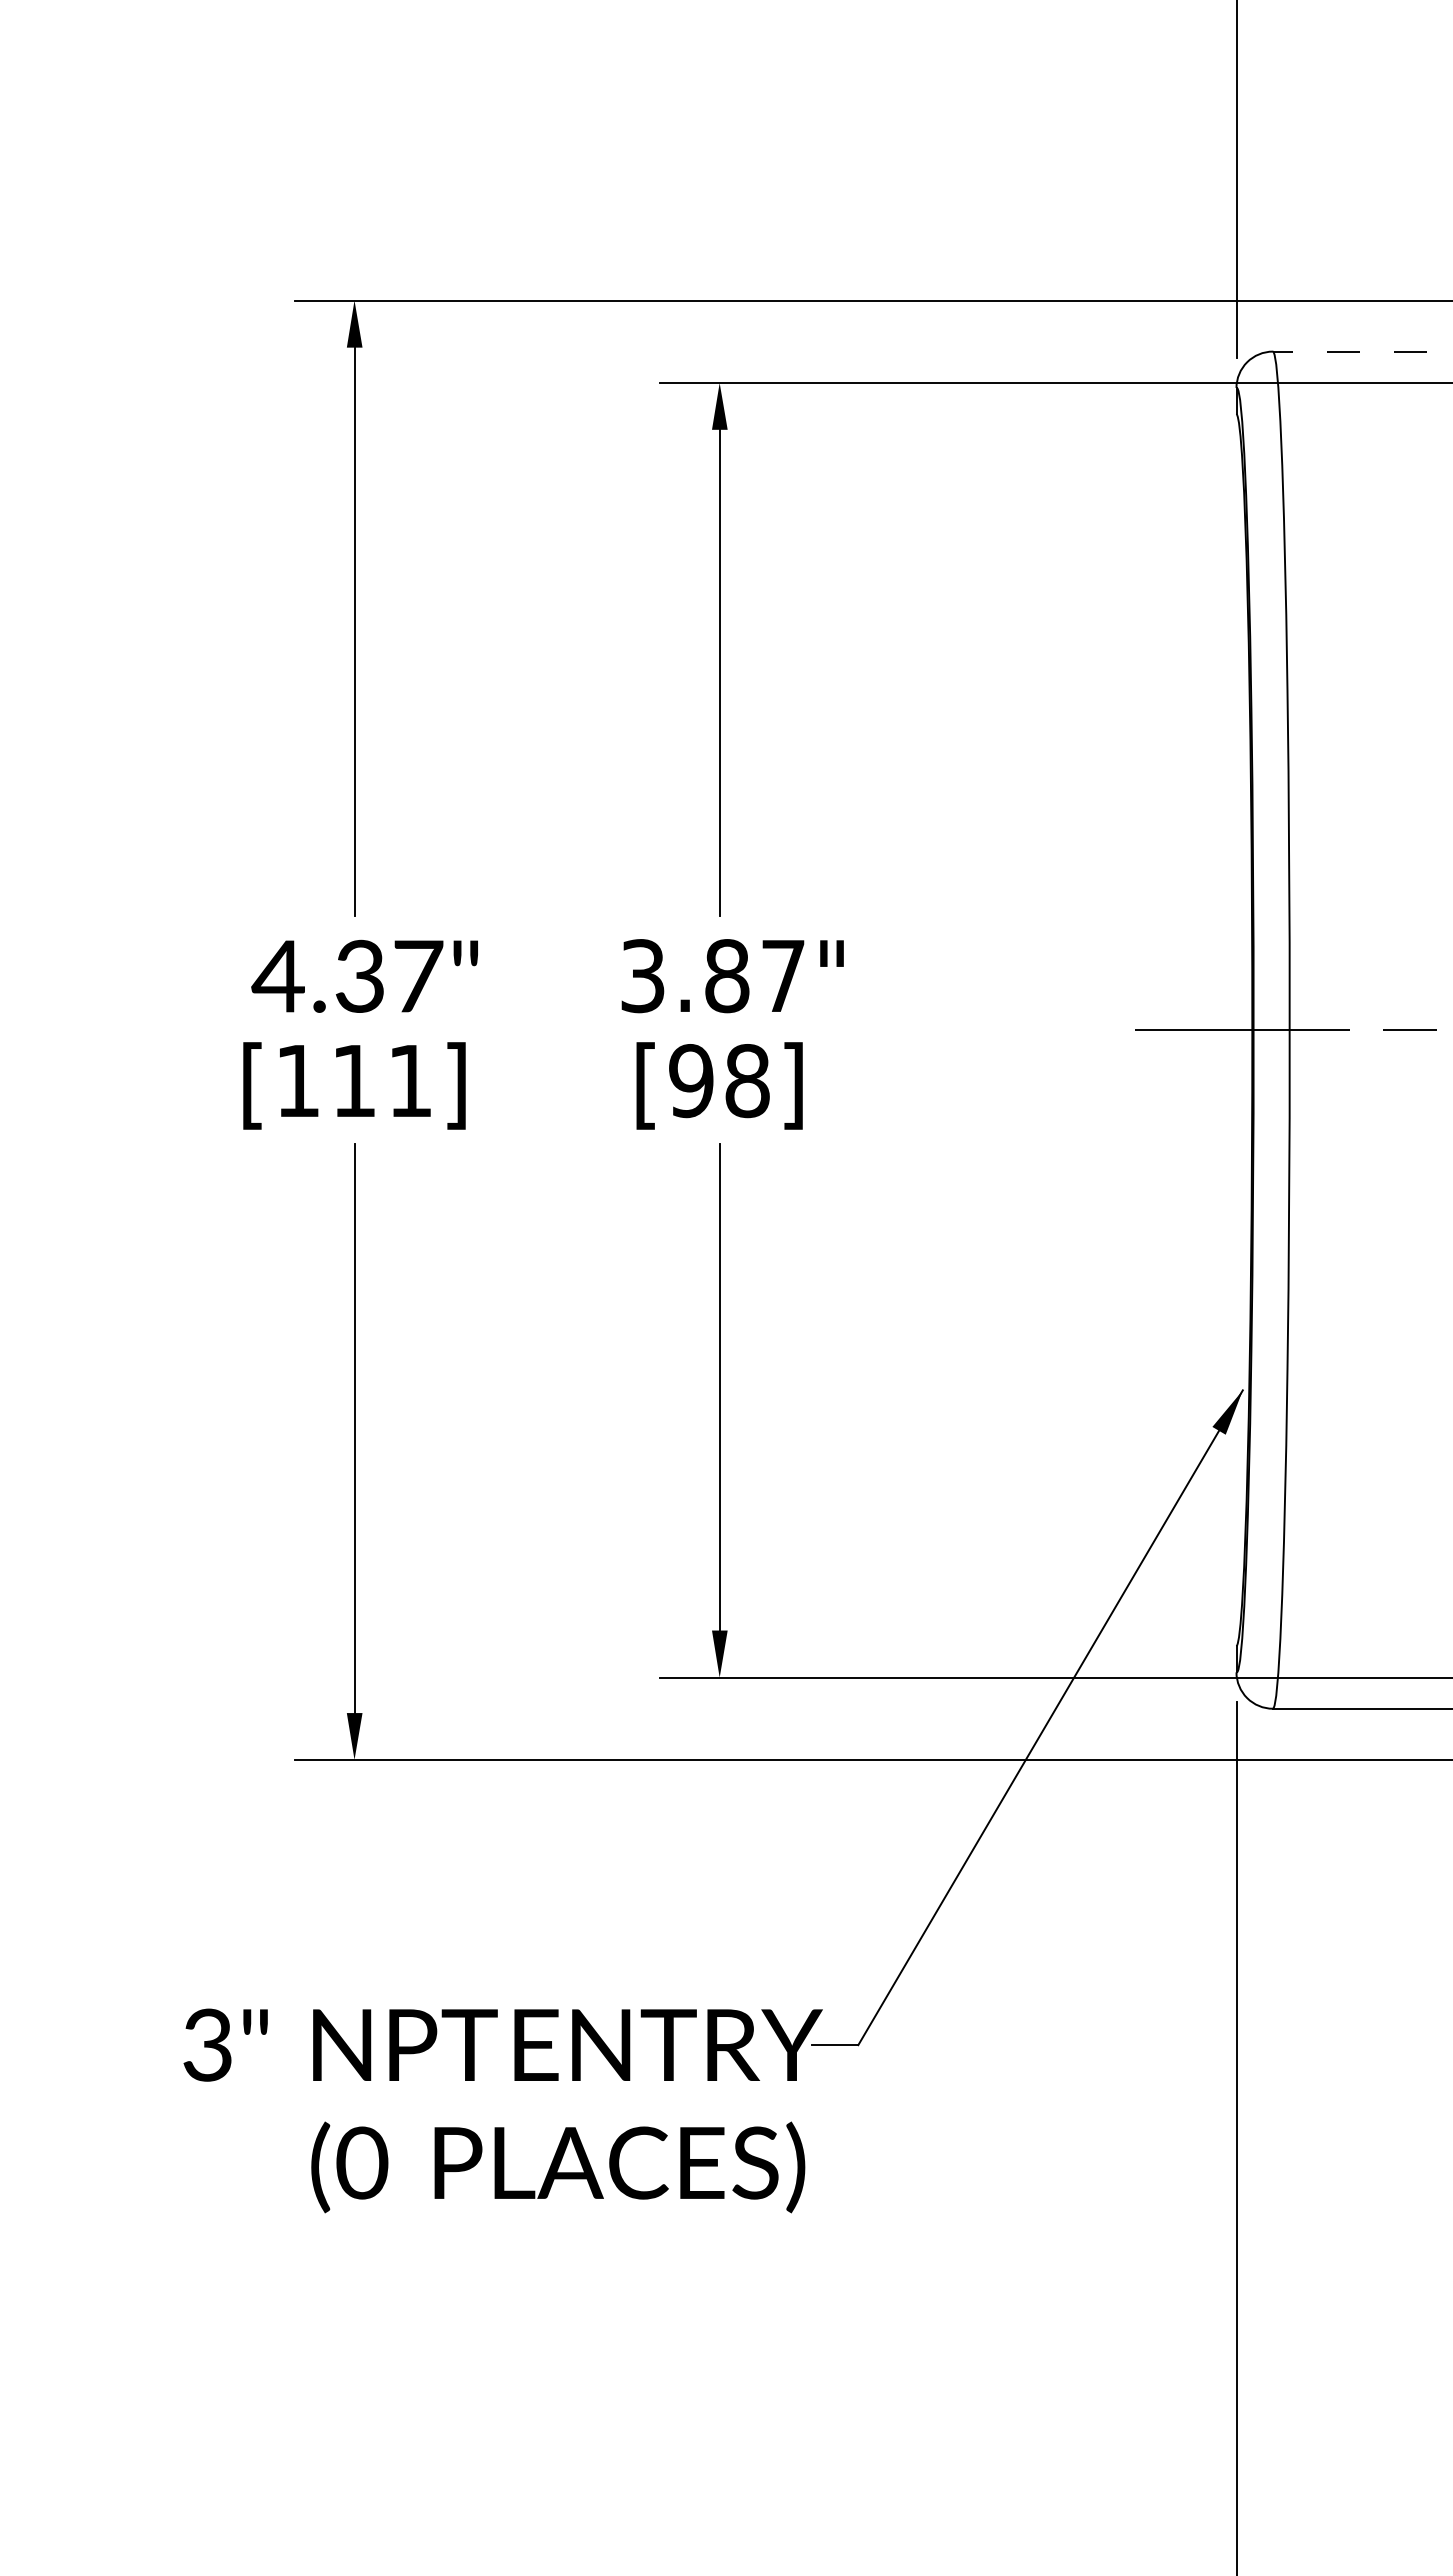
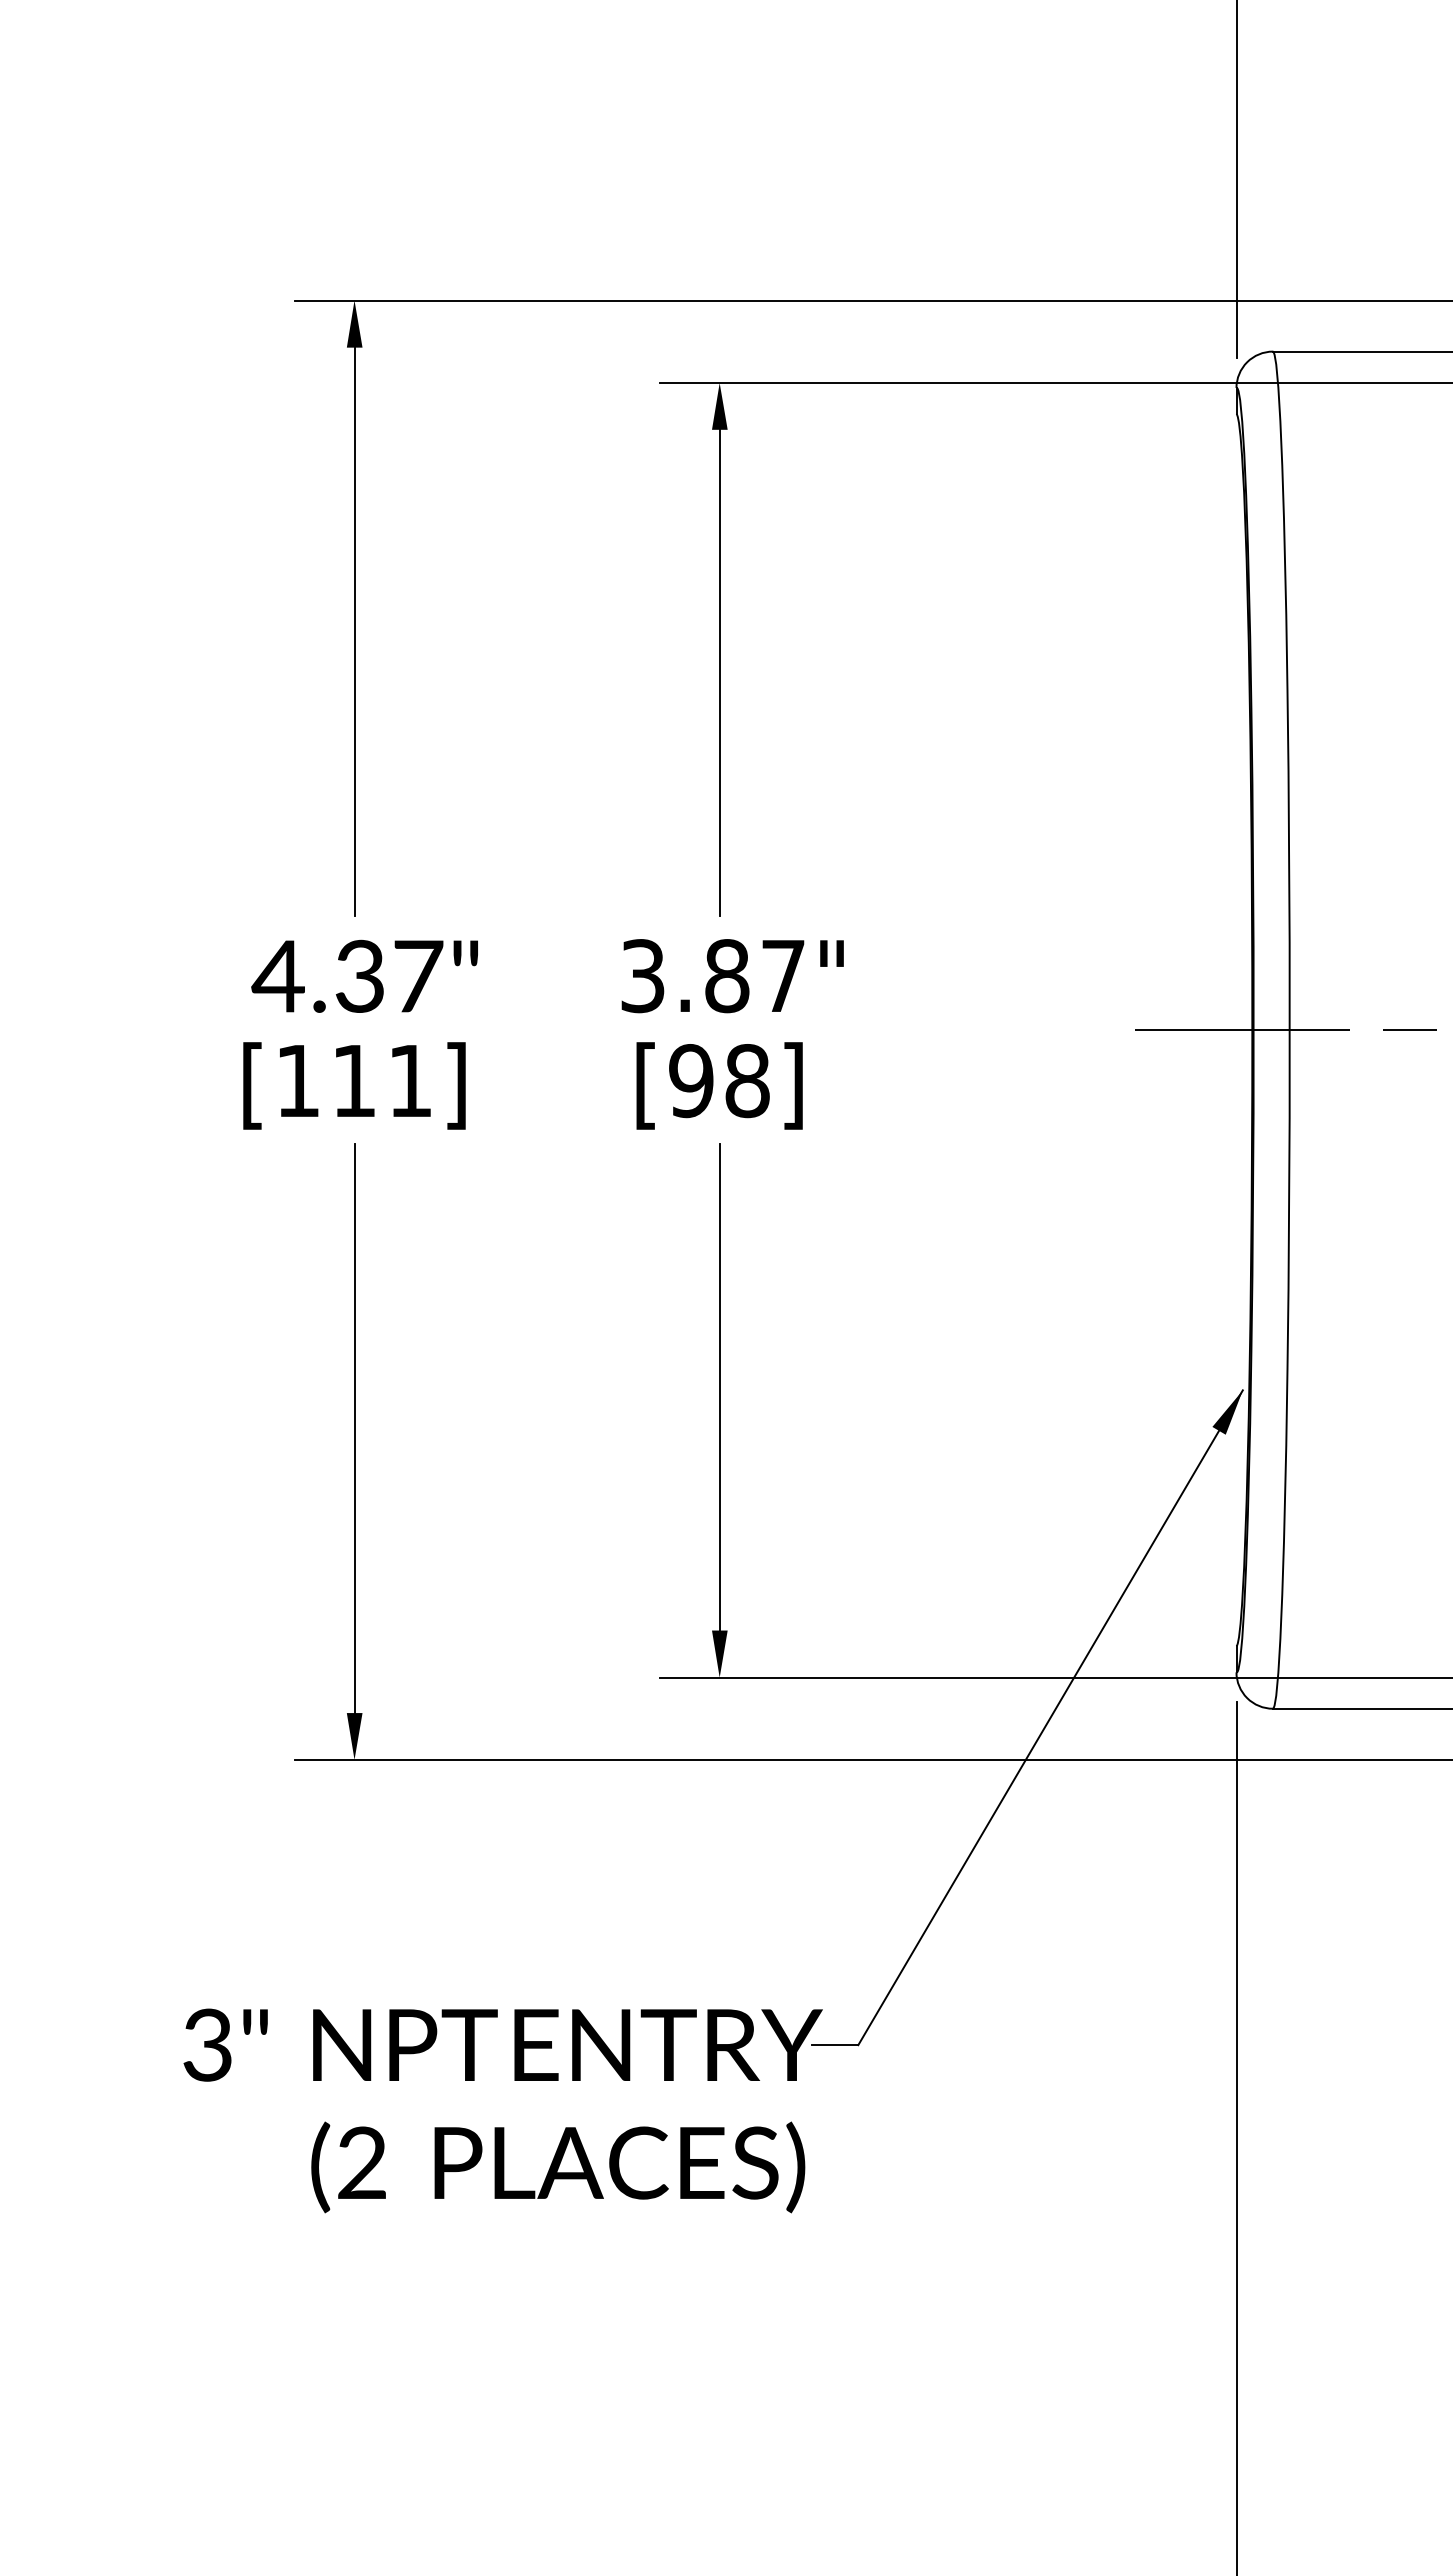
line at (1362, 351): dashed -> solid
text at (362, 2162): (0 -> (2
